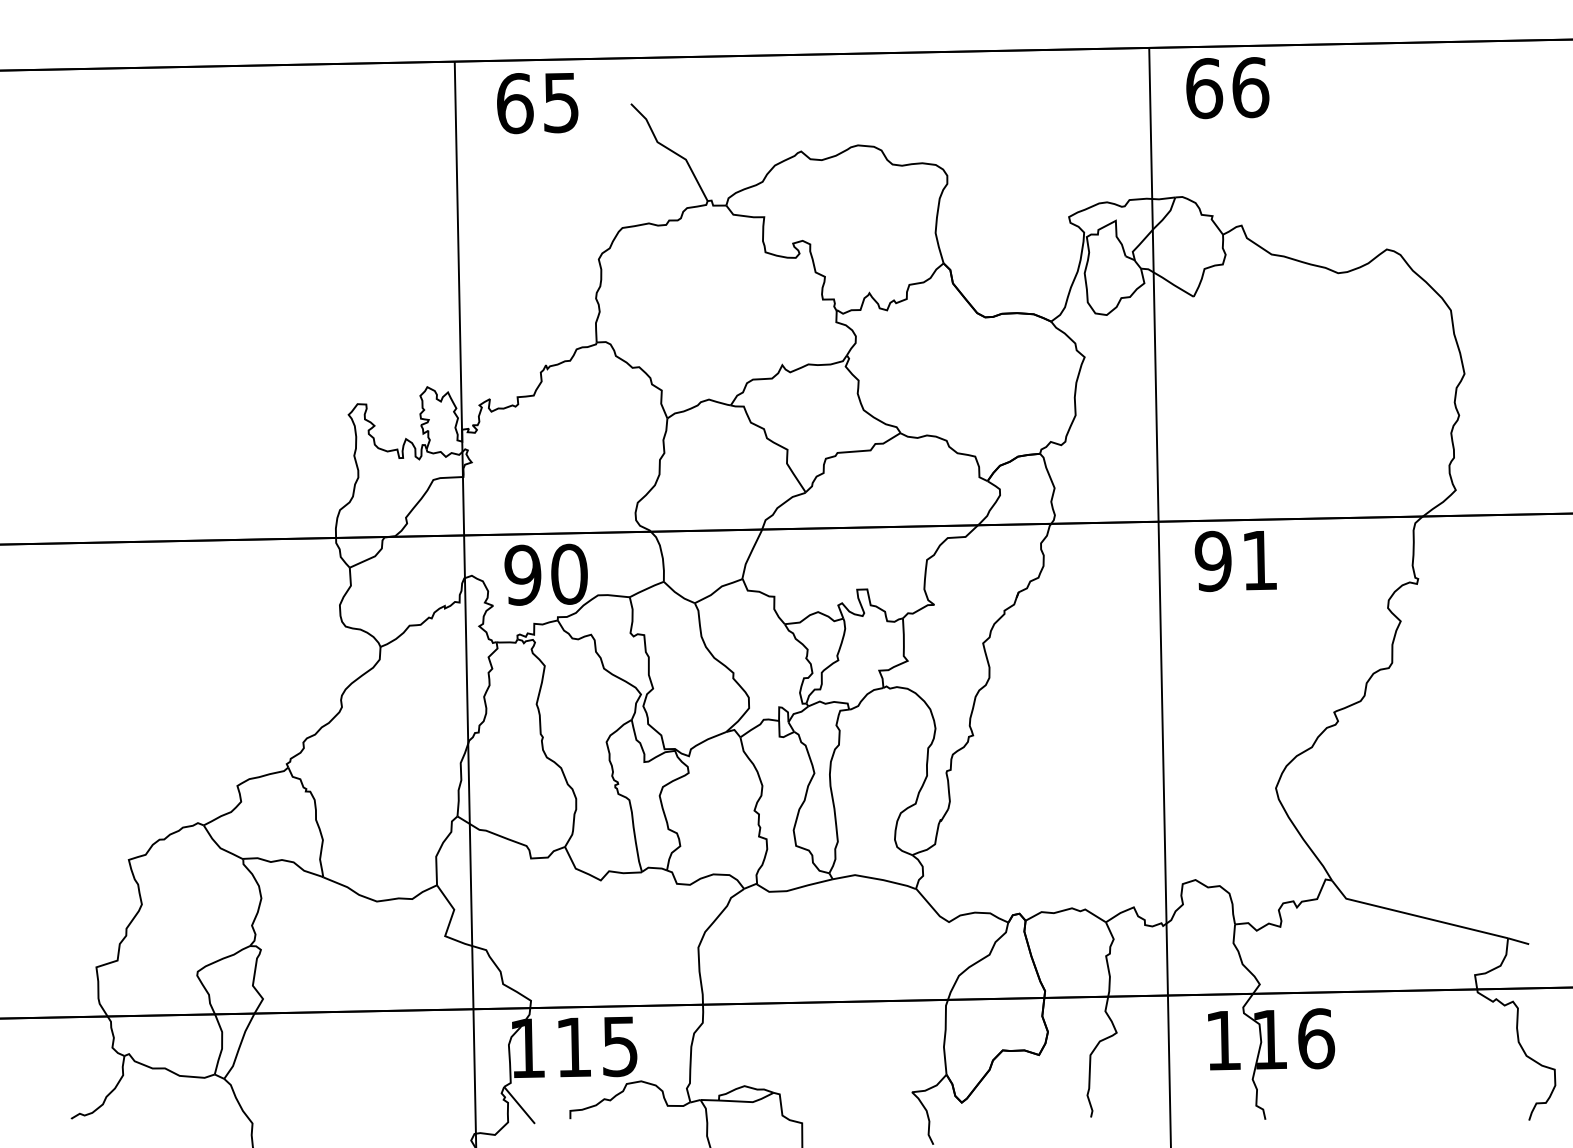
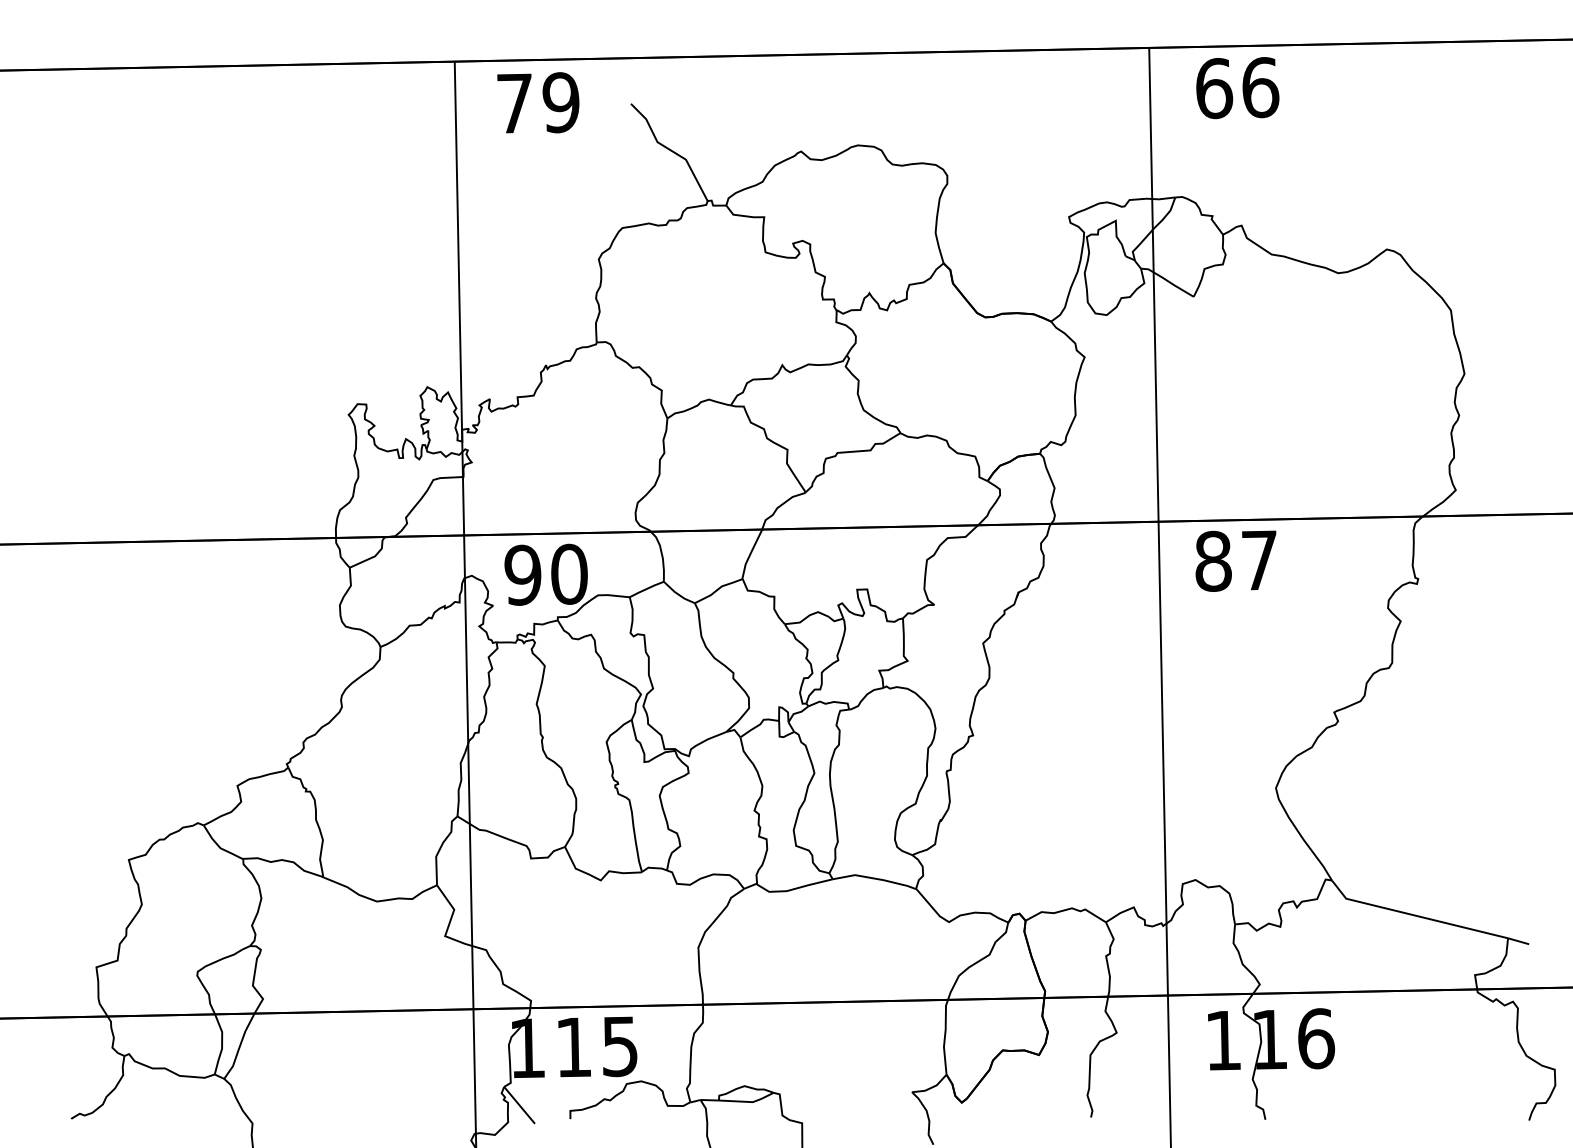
text at (1227, 88) position: (1227, 88) -> (1237, 88)
text at (538, 103): 65 -> 79
text at (1235, 561): 91 -> 87
